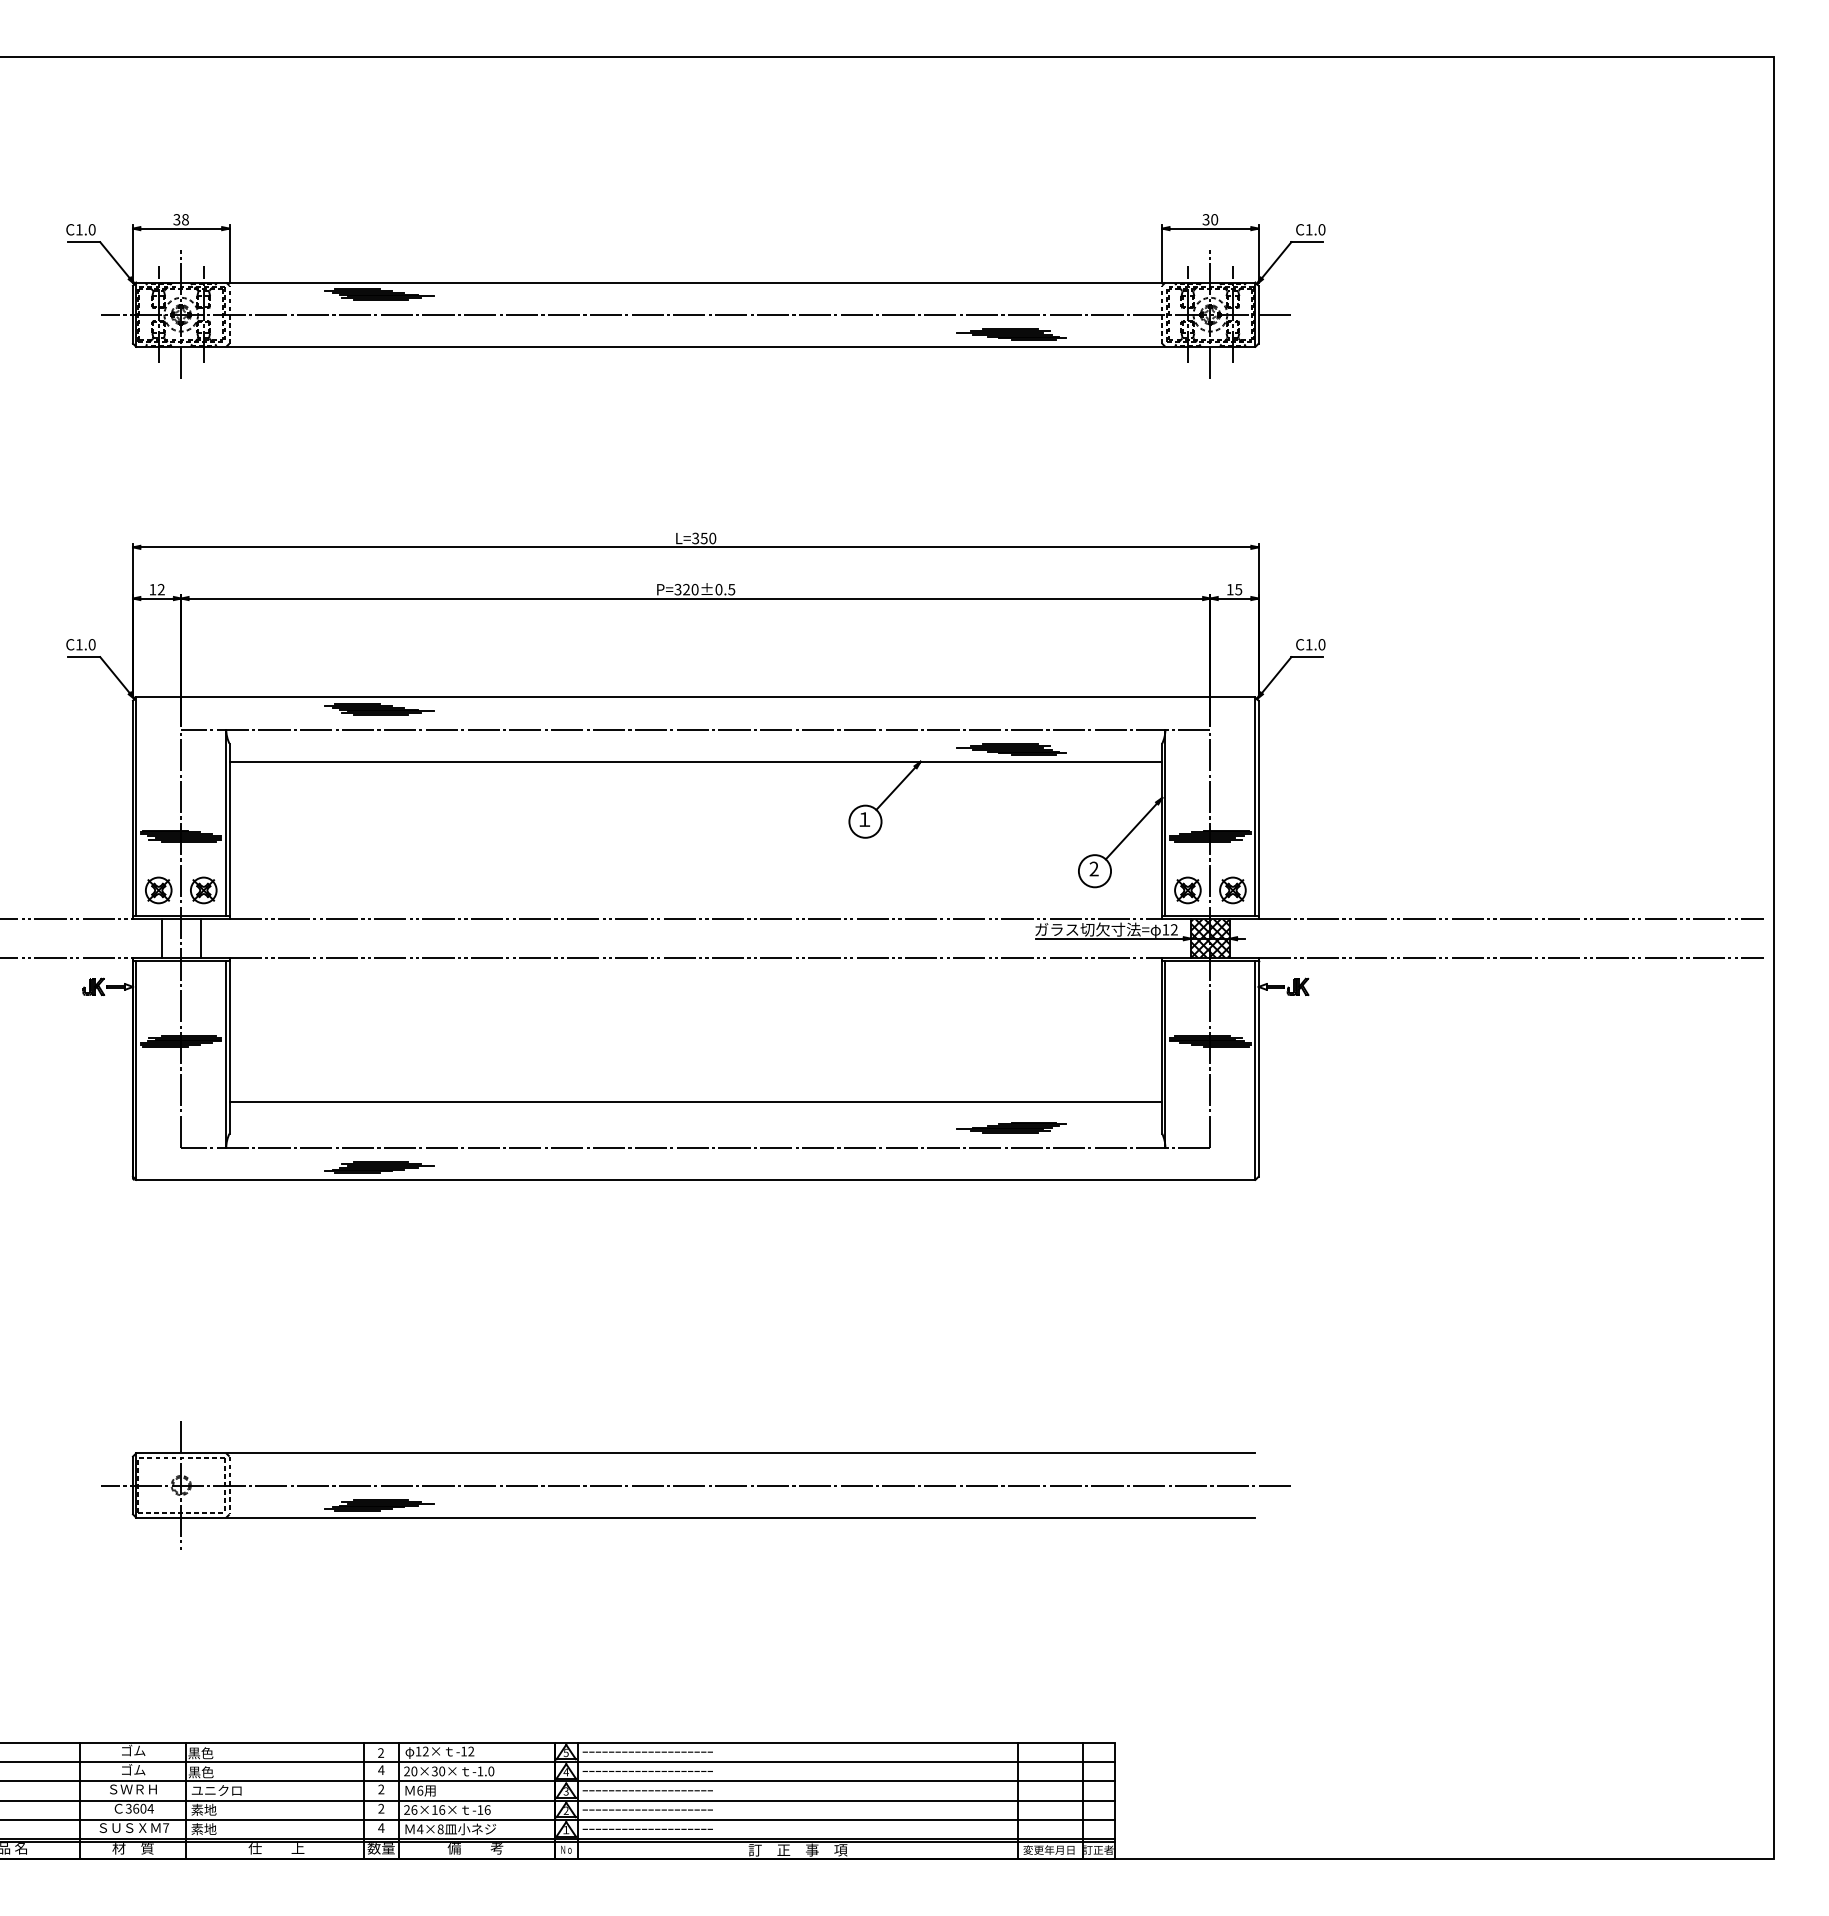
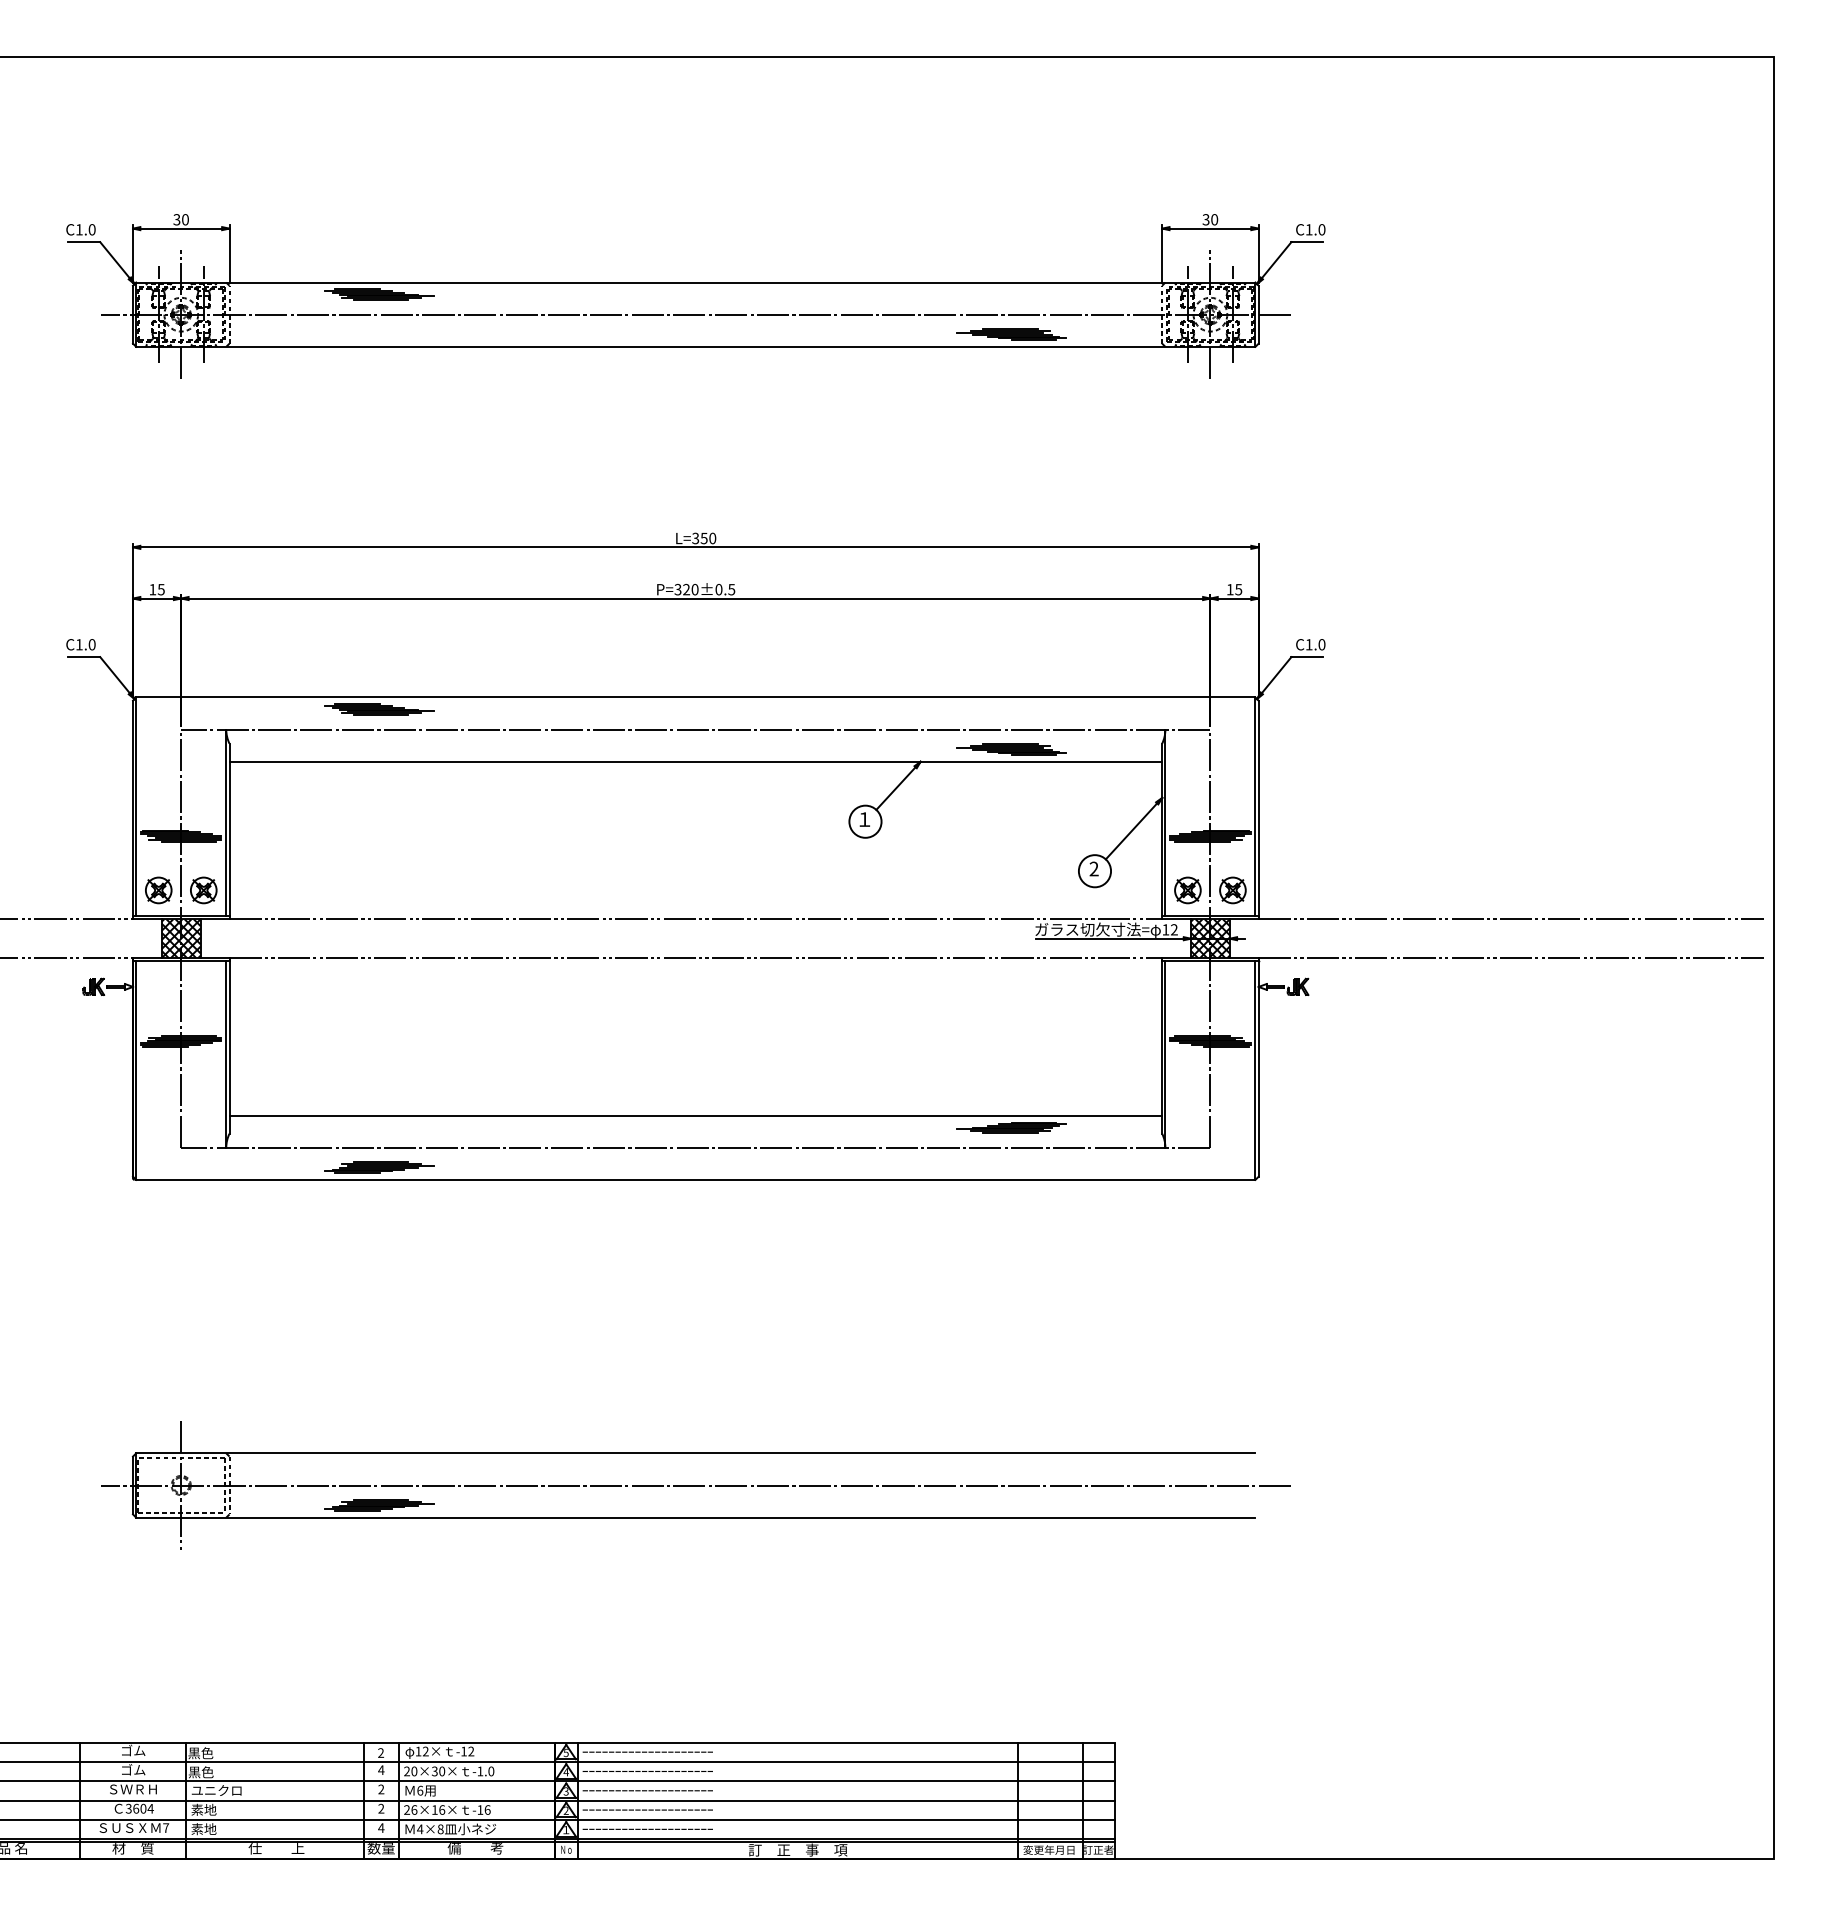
text at (185, 219): 38 -> 30
text at (160, 589): 12 -> 15
hatch at (180, 938): none -> present
line at (695, 1101) position: (695, 1101) -> (695, 1115)
